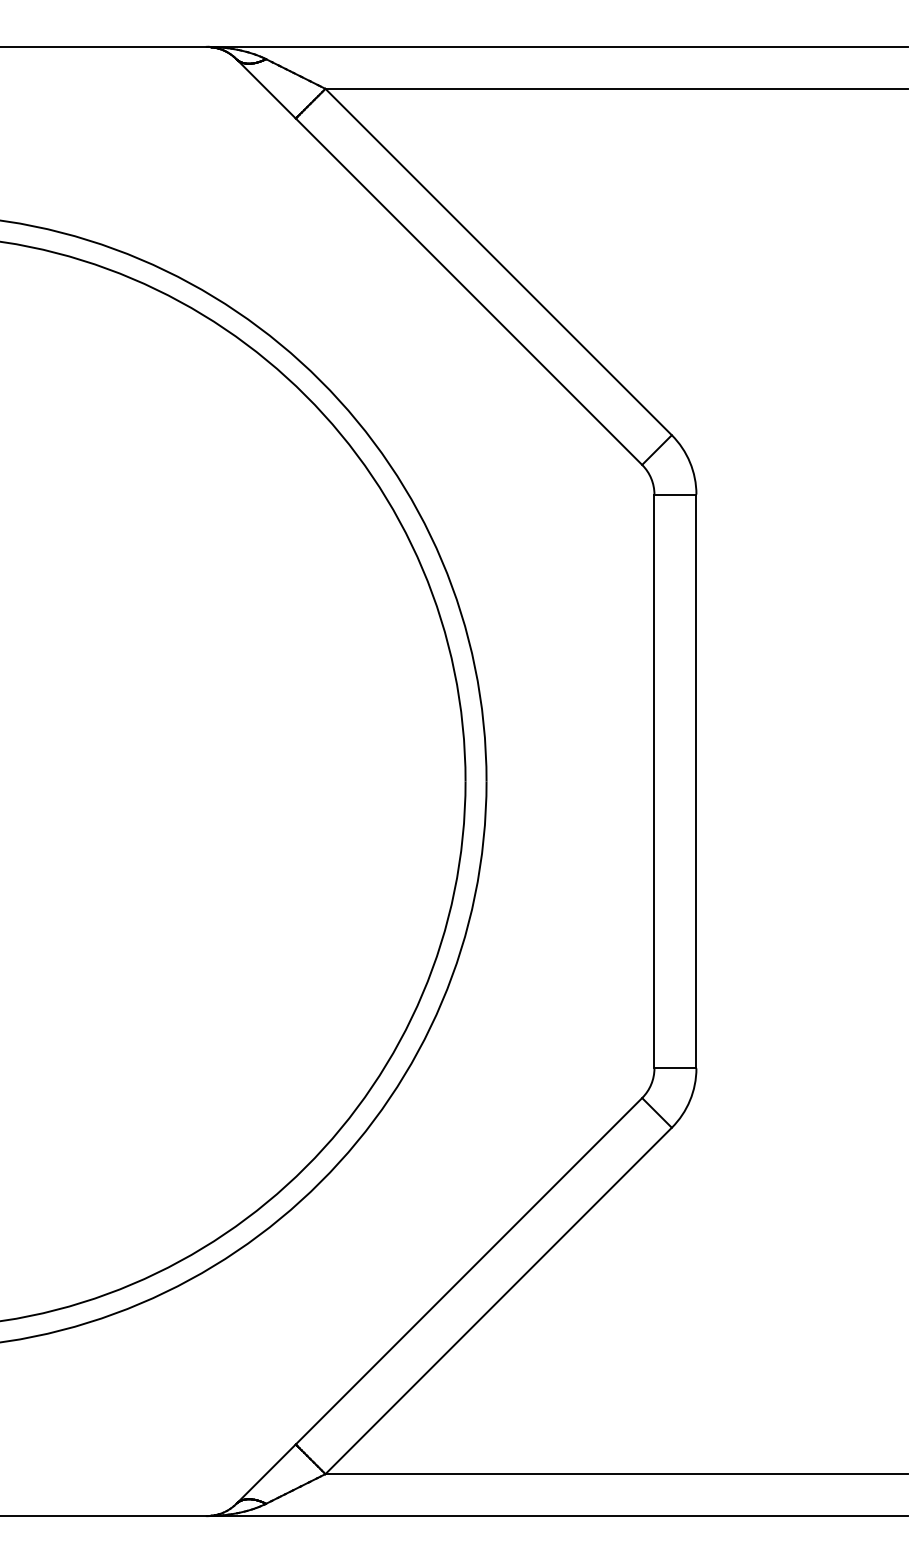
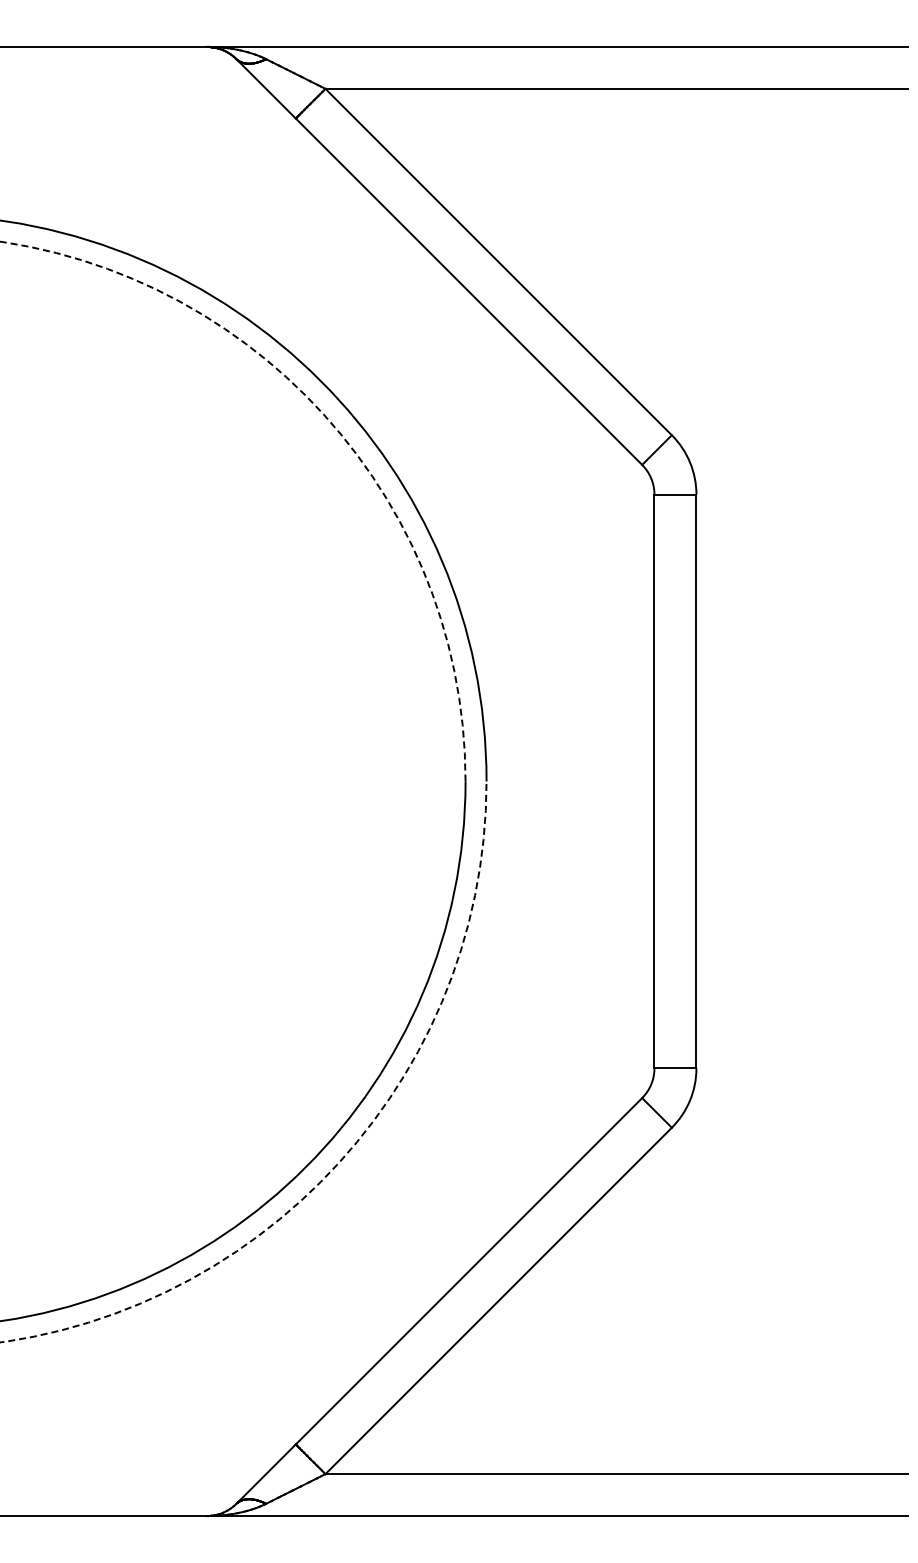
arc at (331, 423): solid -> dashed
arc at (348, 1152): solid -> dashed
